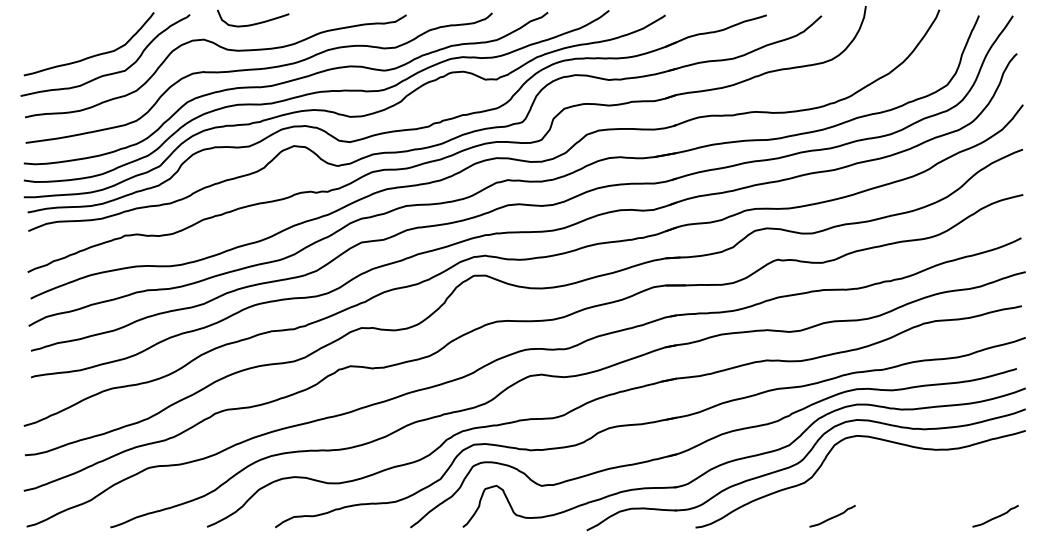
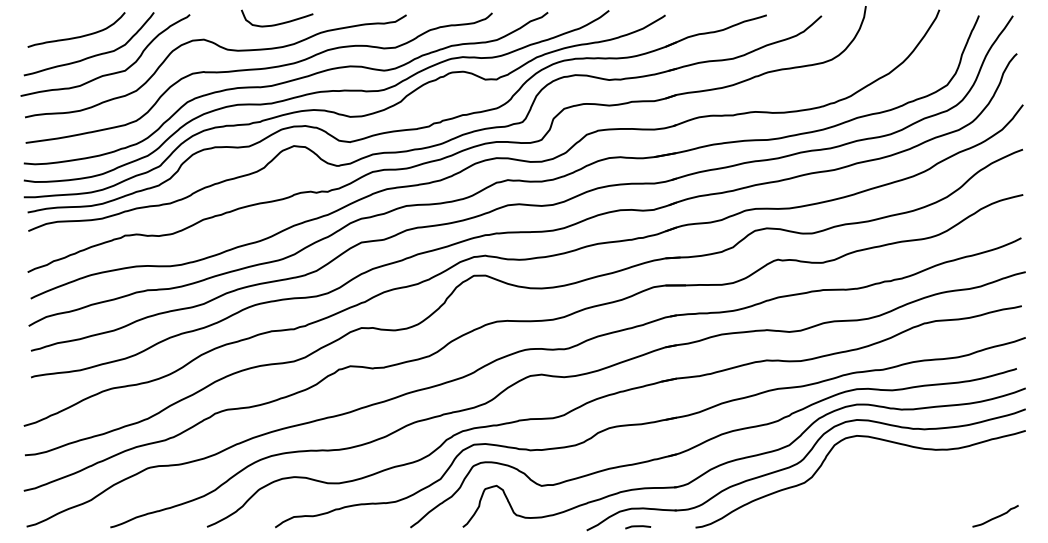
curve at (253, 23) position: (253, 23) -> (277, 23)
curve at (76, 36): none -> present
curve at (832, 516): present -> none
line at (638, 527): none -> present
